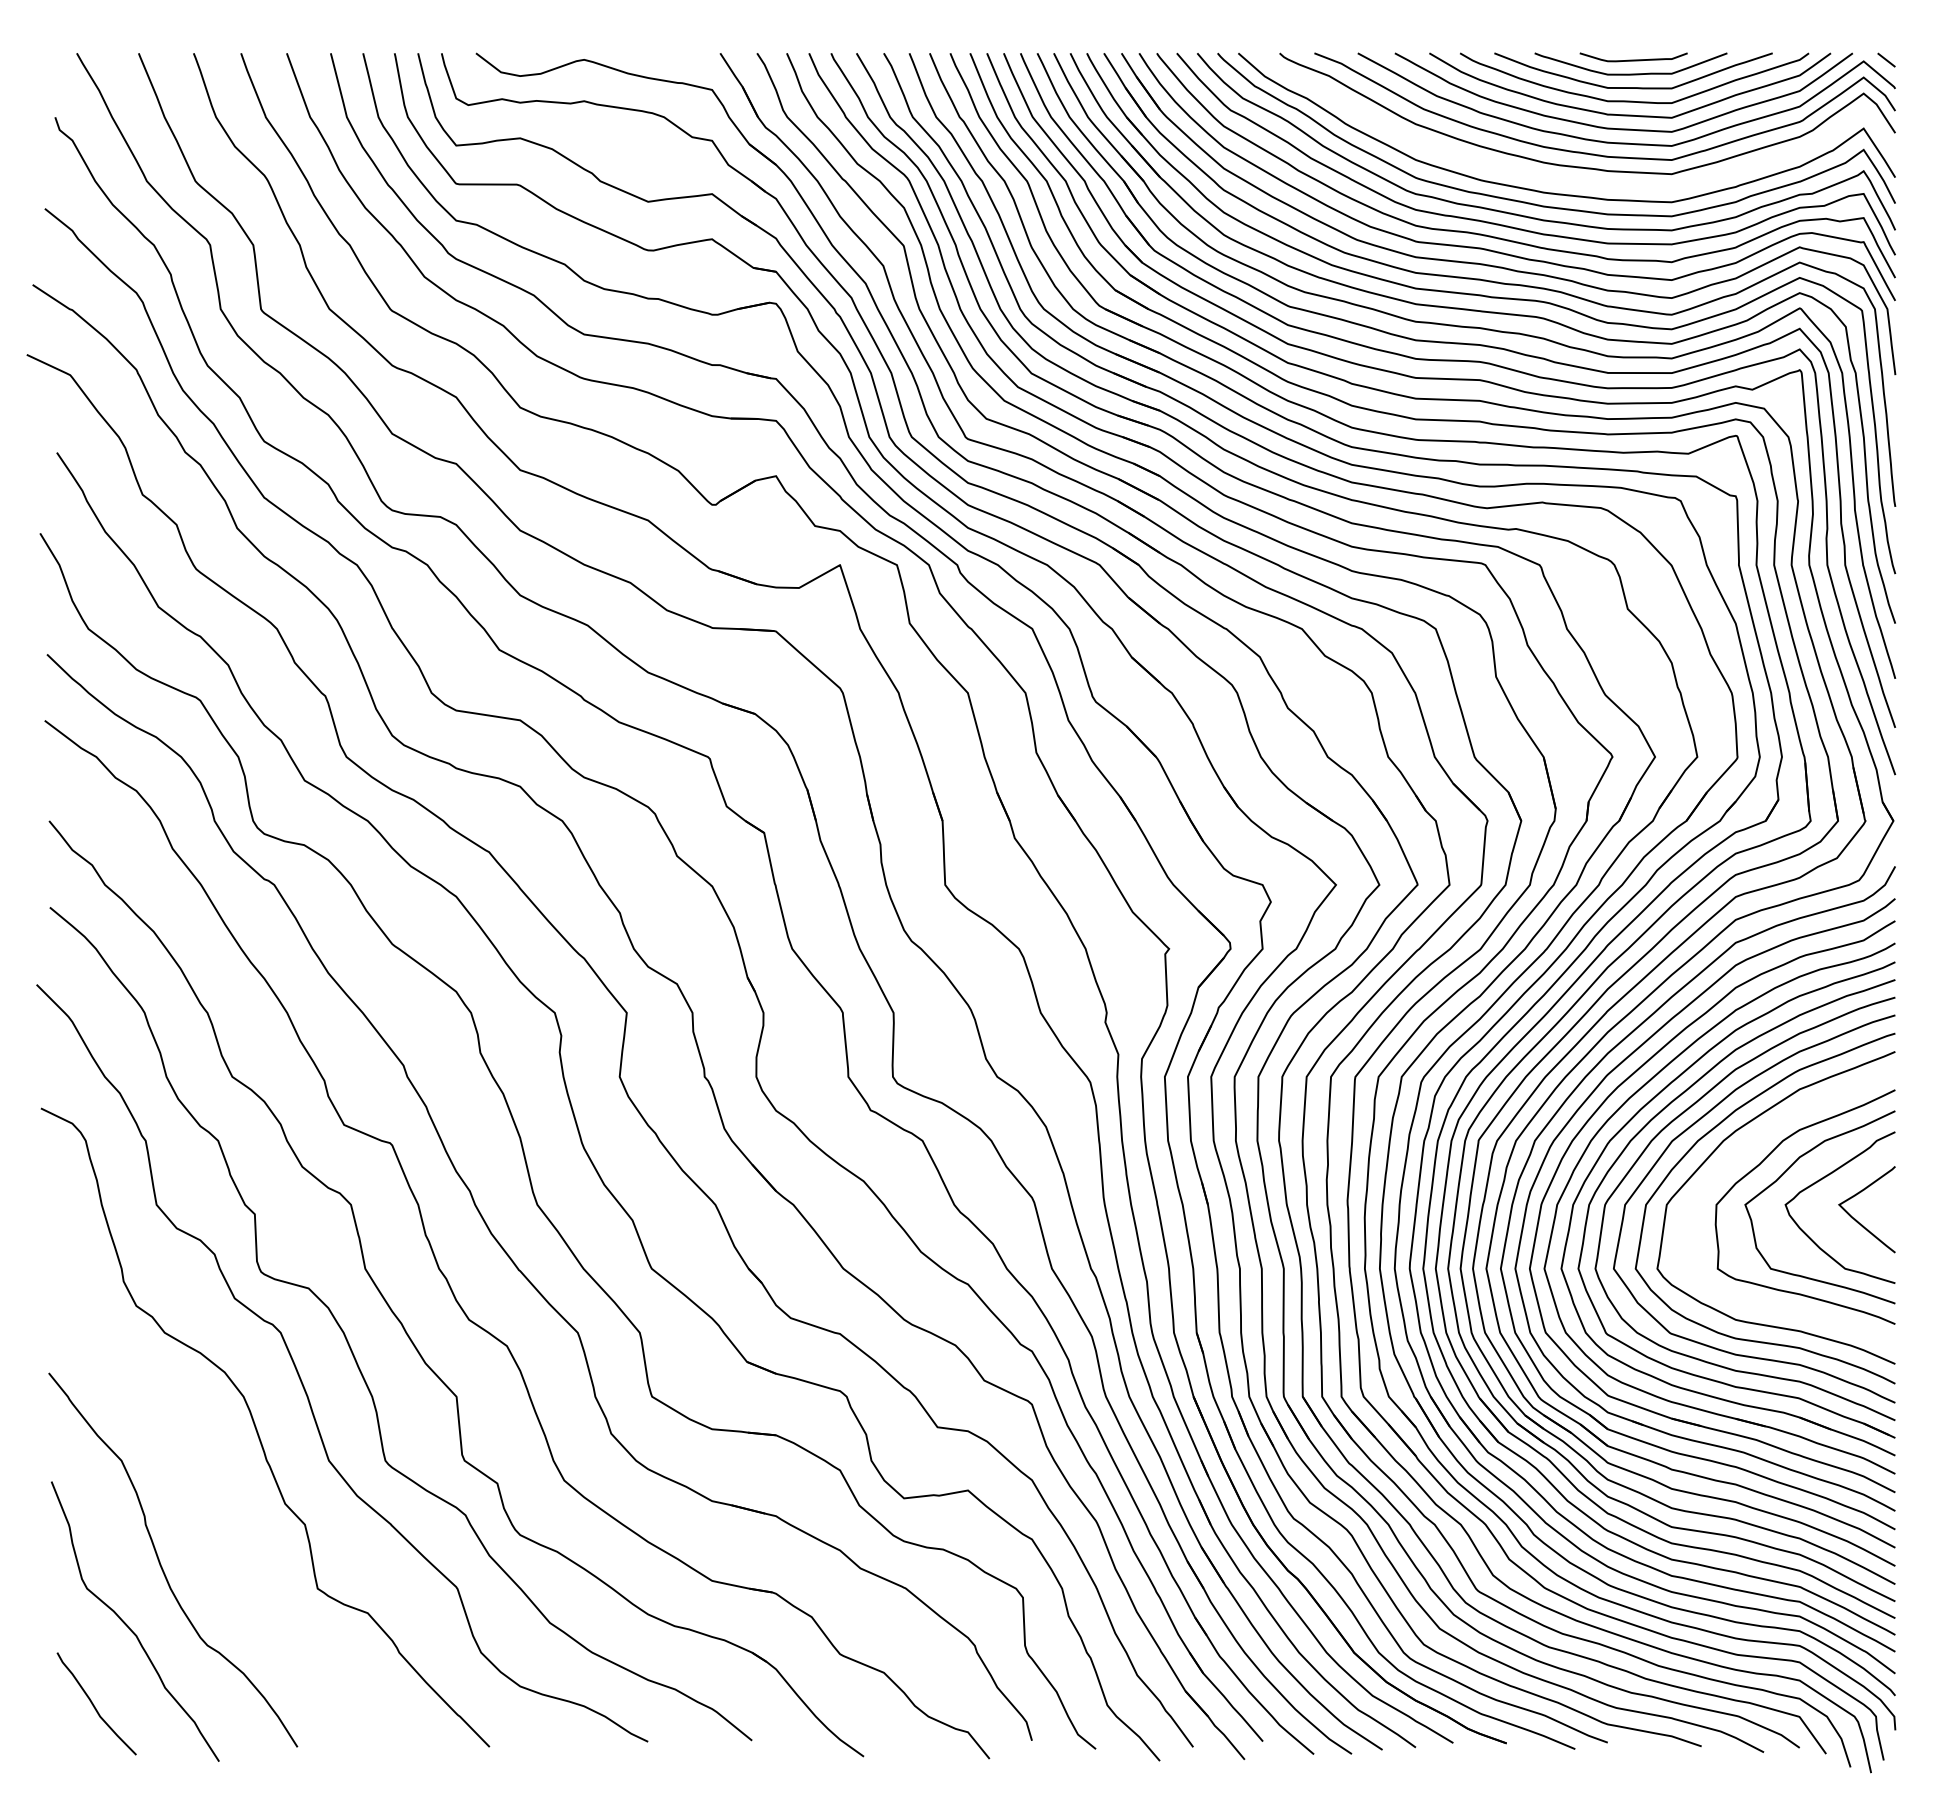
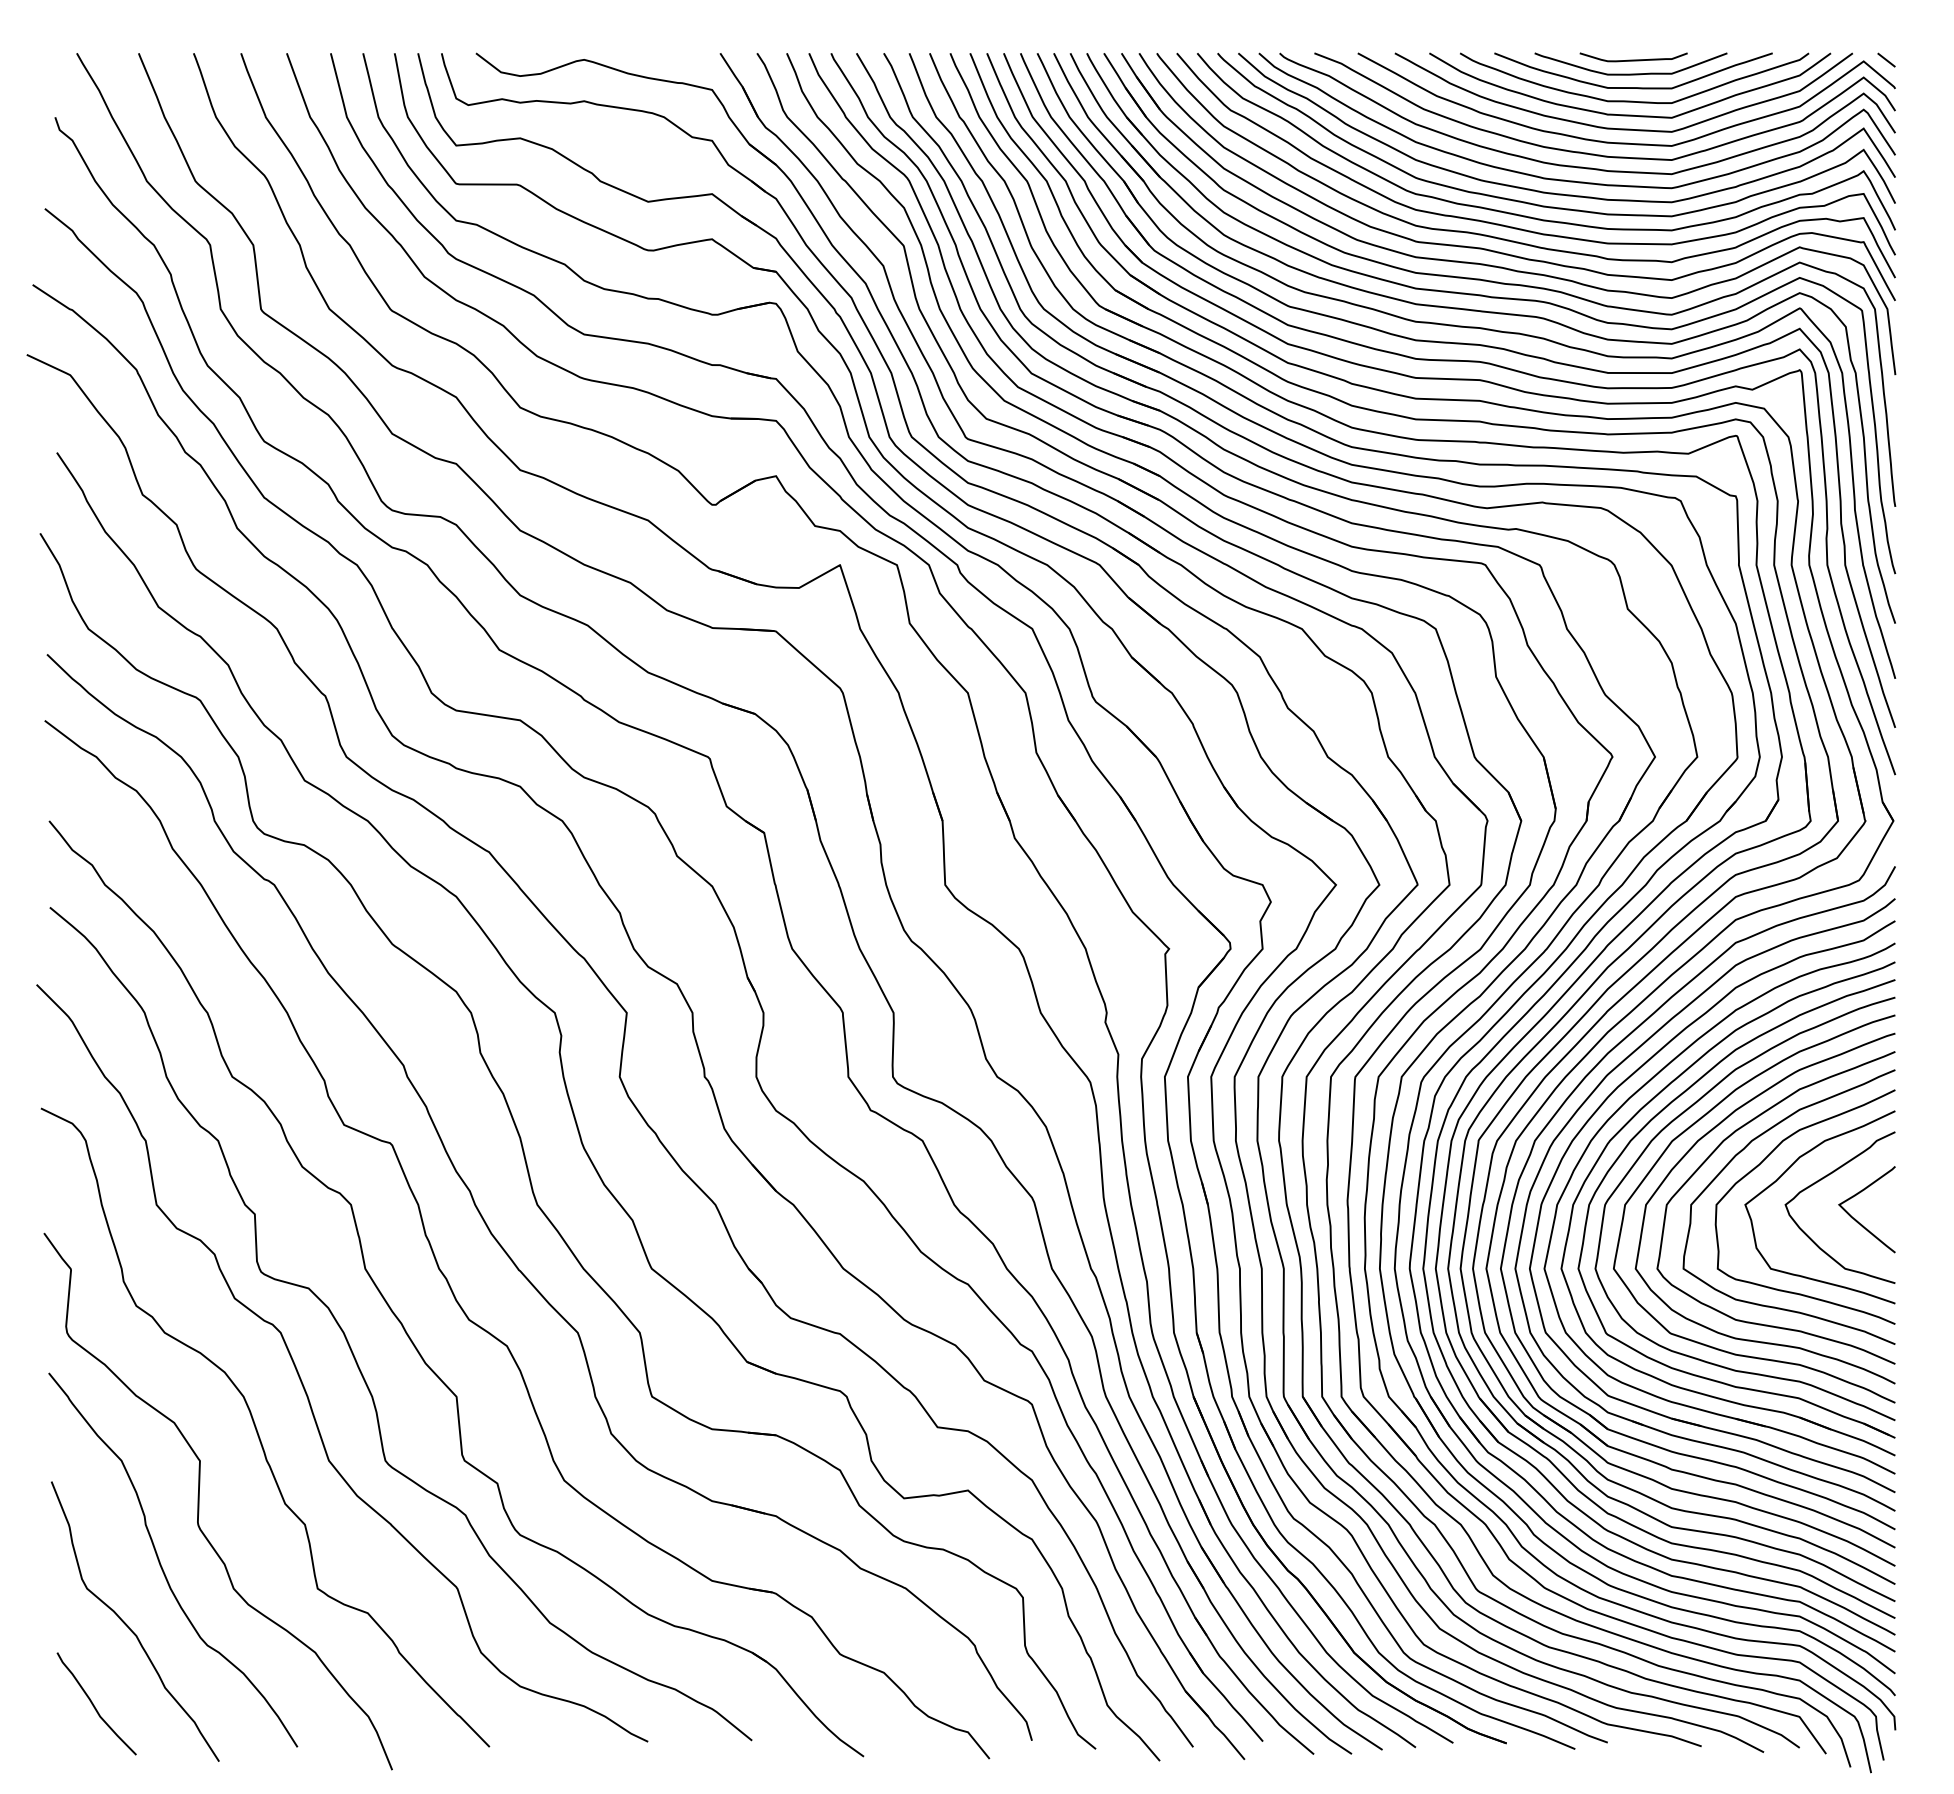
curve at (1565, 179): none -> present
curve at (1741, 1152): none -> present
curve at (199, 1501): none -> present
